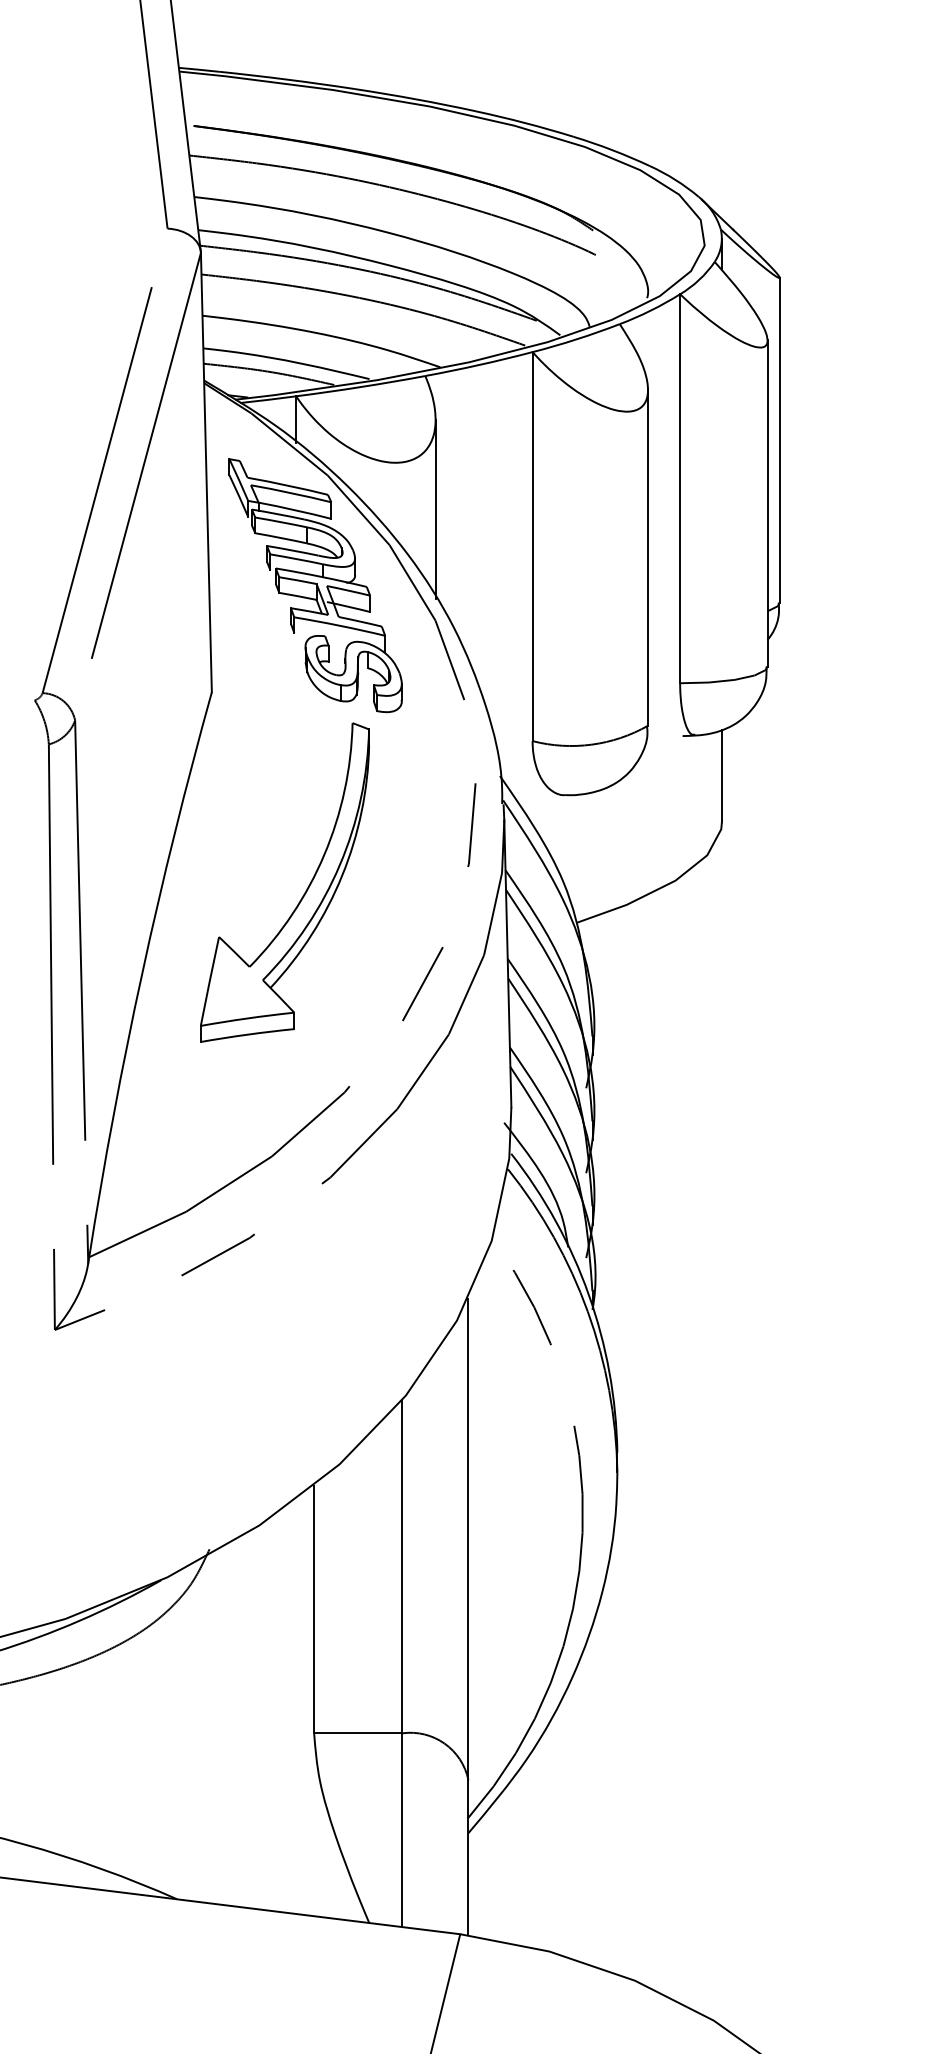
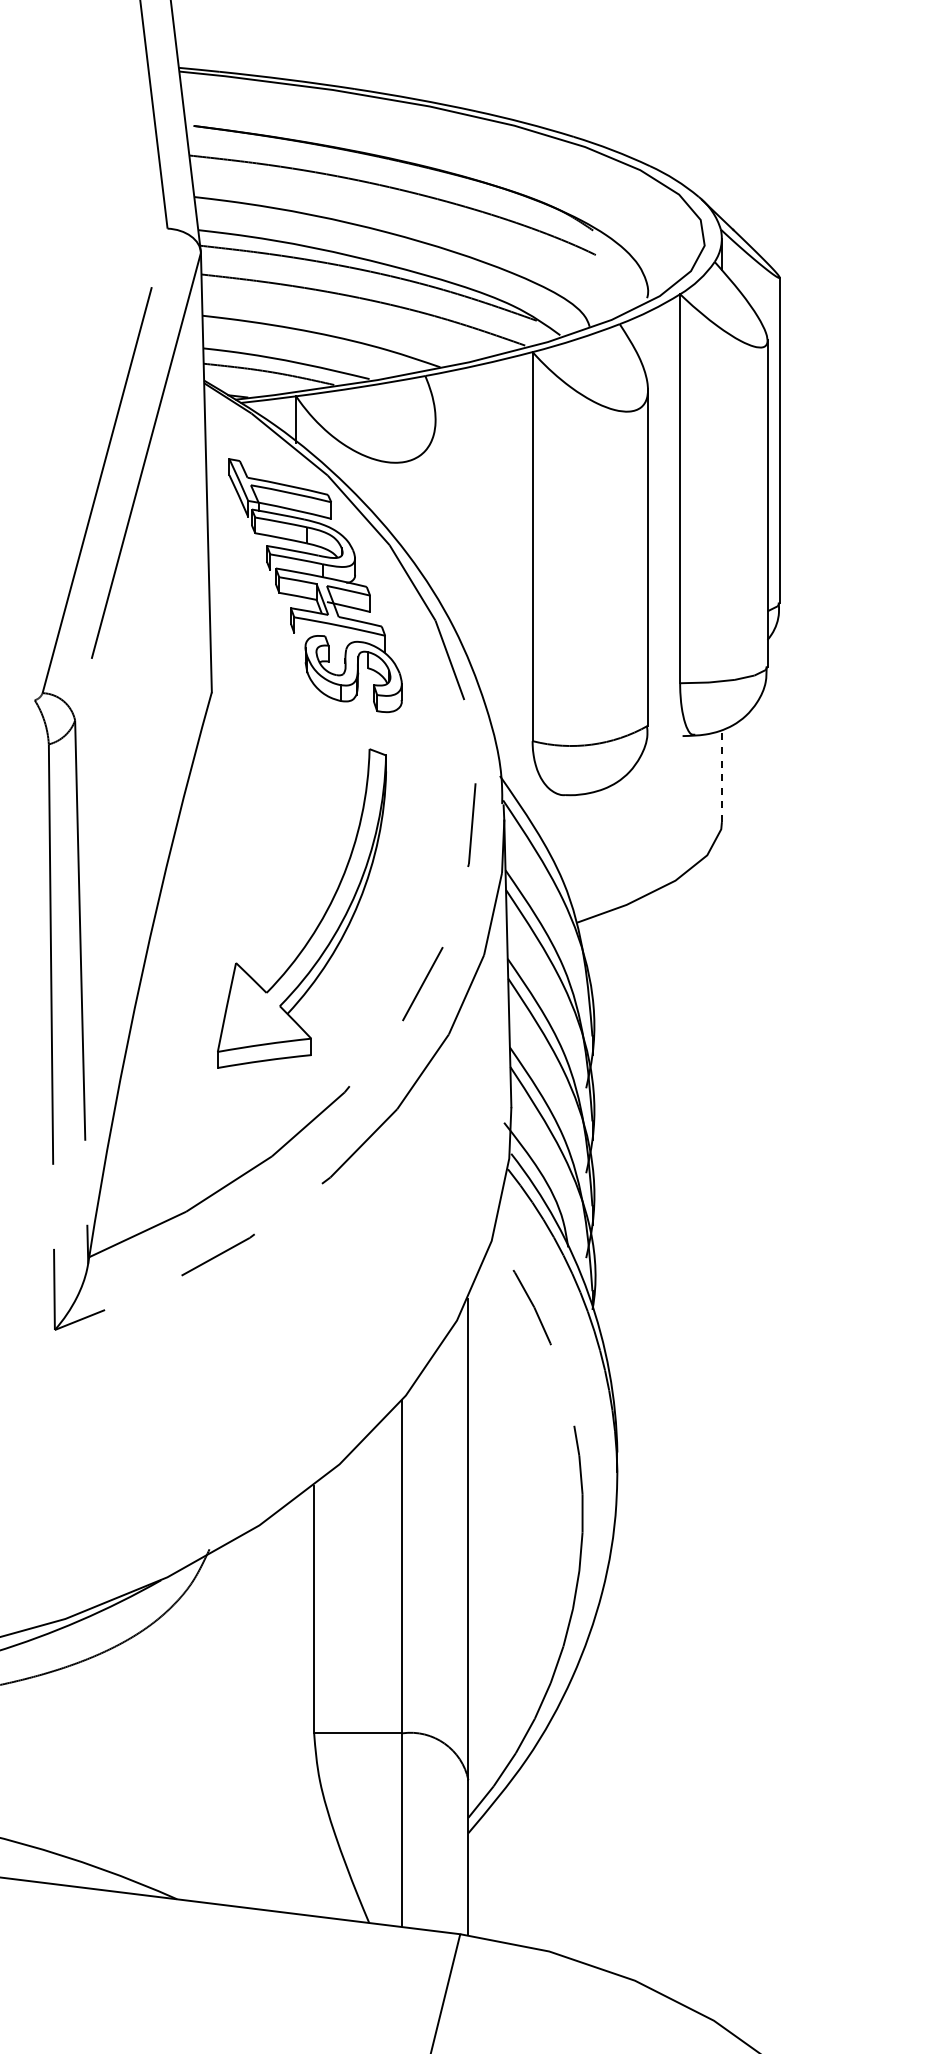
line at (435, 508): present -> none
line at (721, 776): solid -> dashed
part at (304, 892) position: (304, 892) -> (321, 918)
